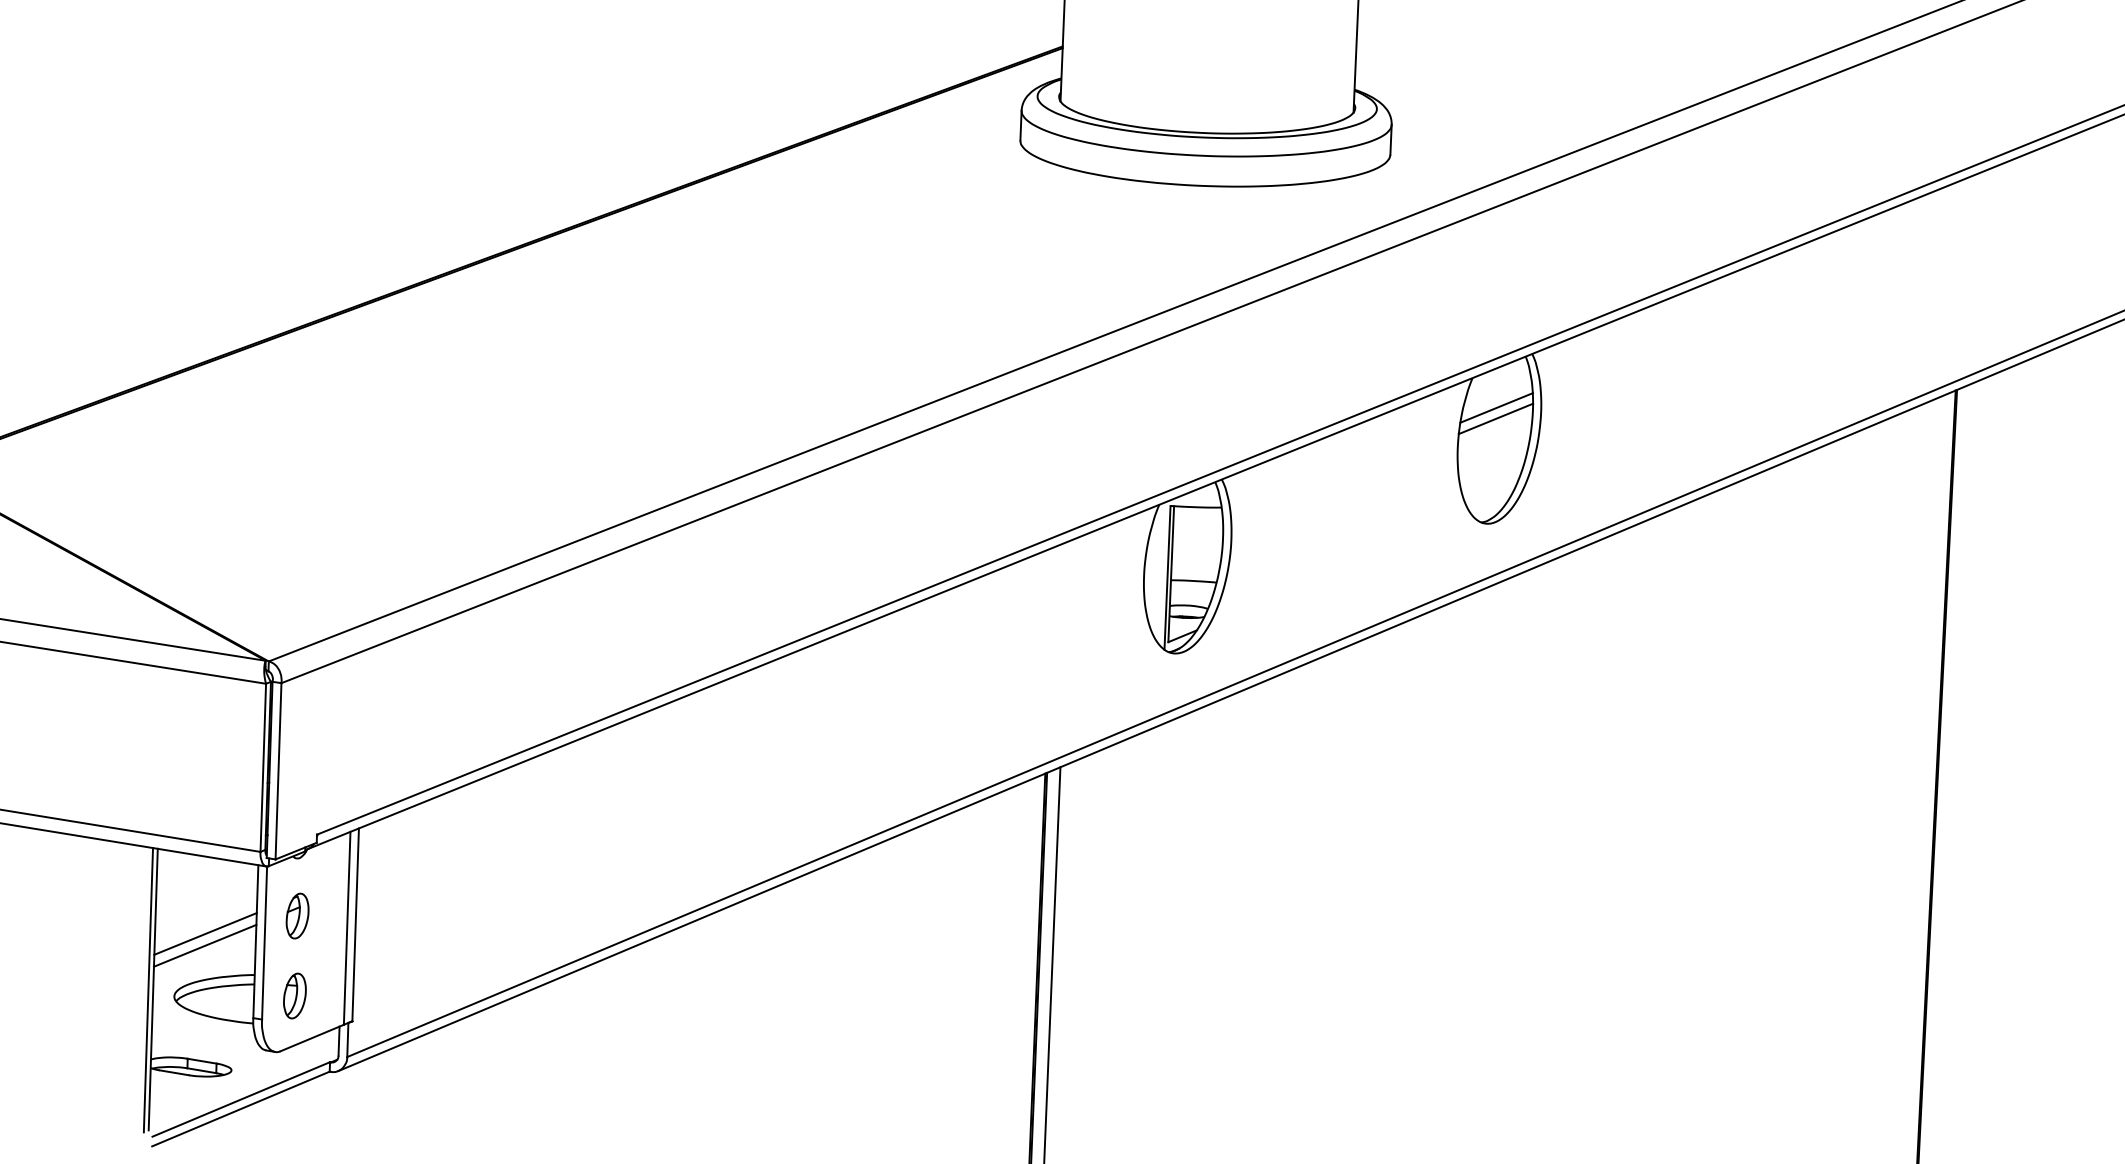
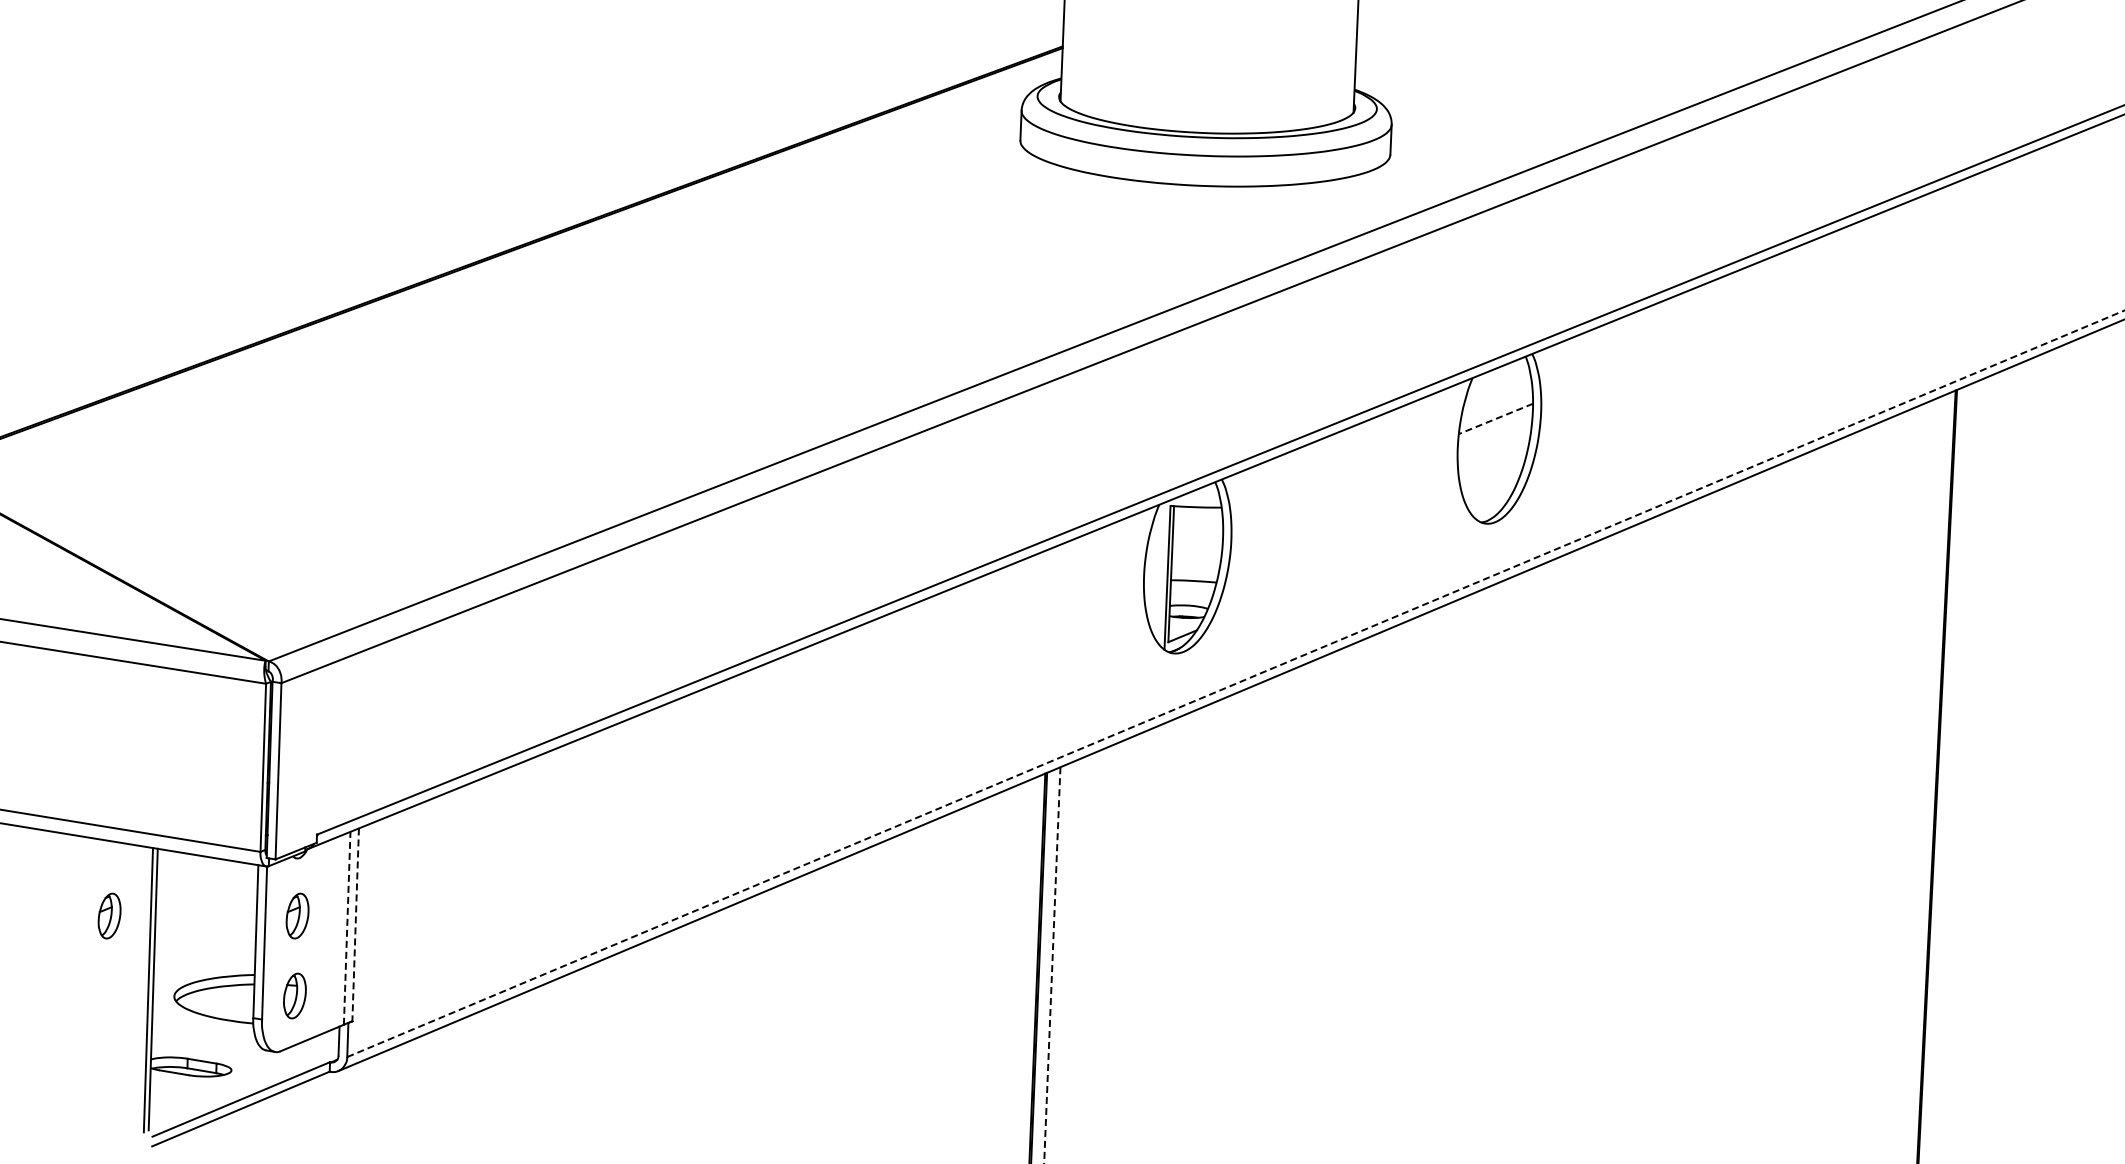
line at (1496, 407): present -> none
line at (1495, 419): solid -> dashed
line at (1235, 683): solid -> dashed
part at (109, 915): none -> present
line at (355, 925): solid -> dashed
line at (347, 928): solid -> dashed
line at (205, 933): present -> none
line at (204, 945): present -> none
line at (1052, 965): solid -> dashed
